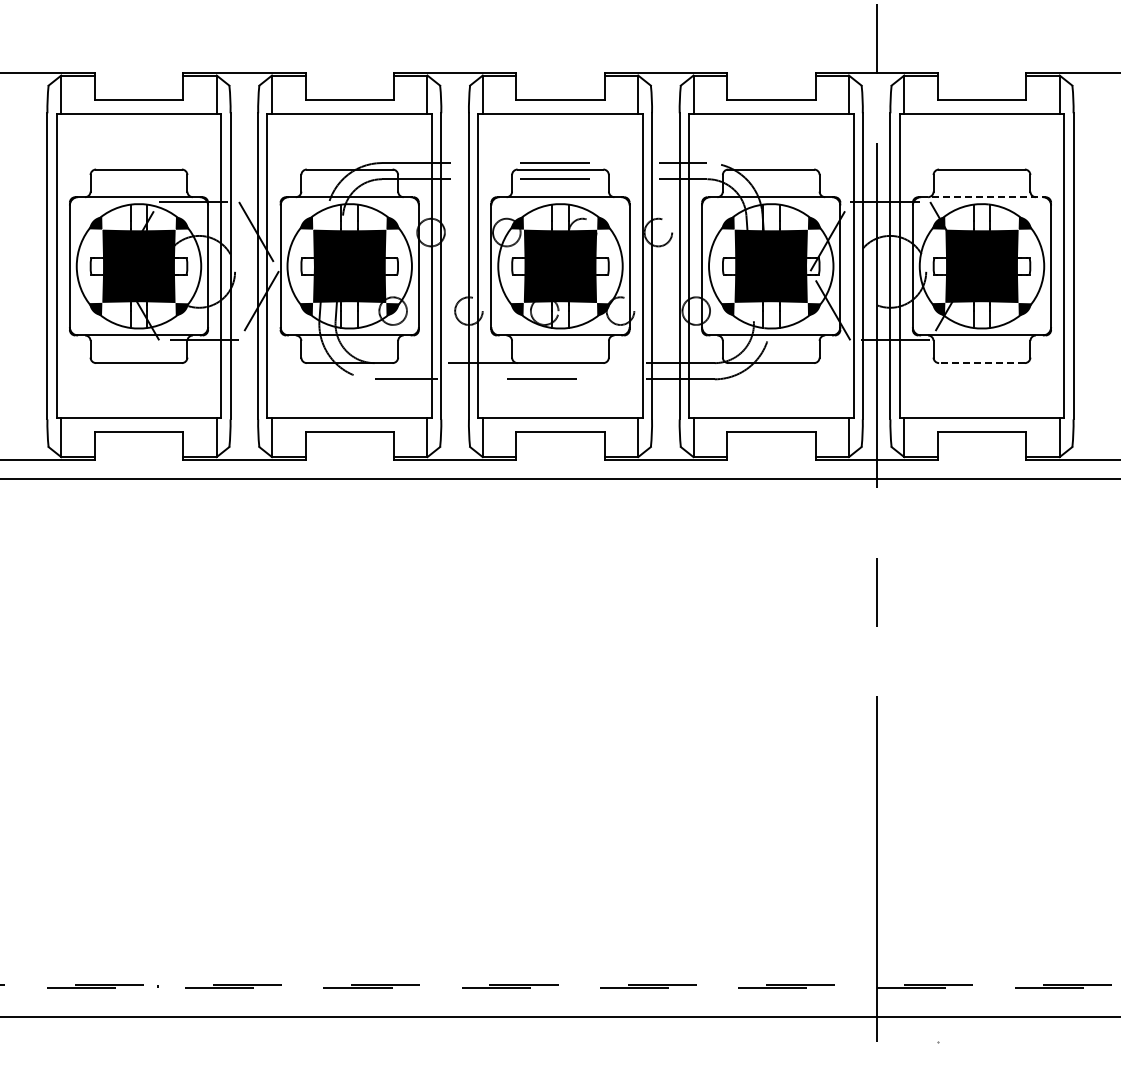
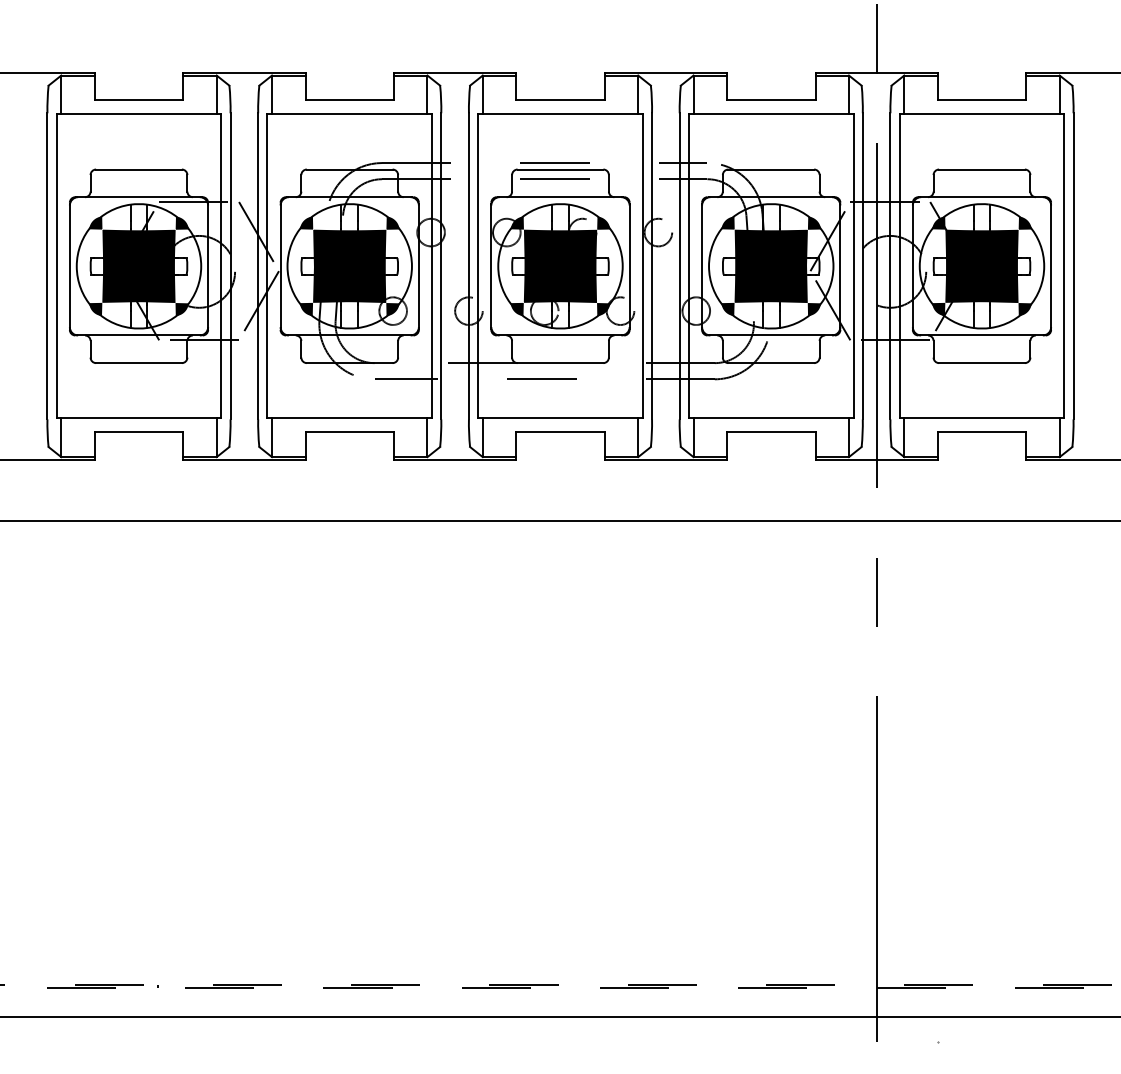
line at (981, 197): dashed -> solid
line at (981, 363): dashed -> solid
line at (559, 478) position: (559, 478) -> (559, 520)
